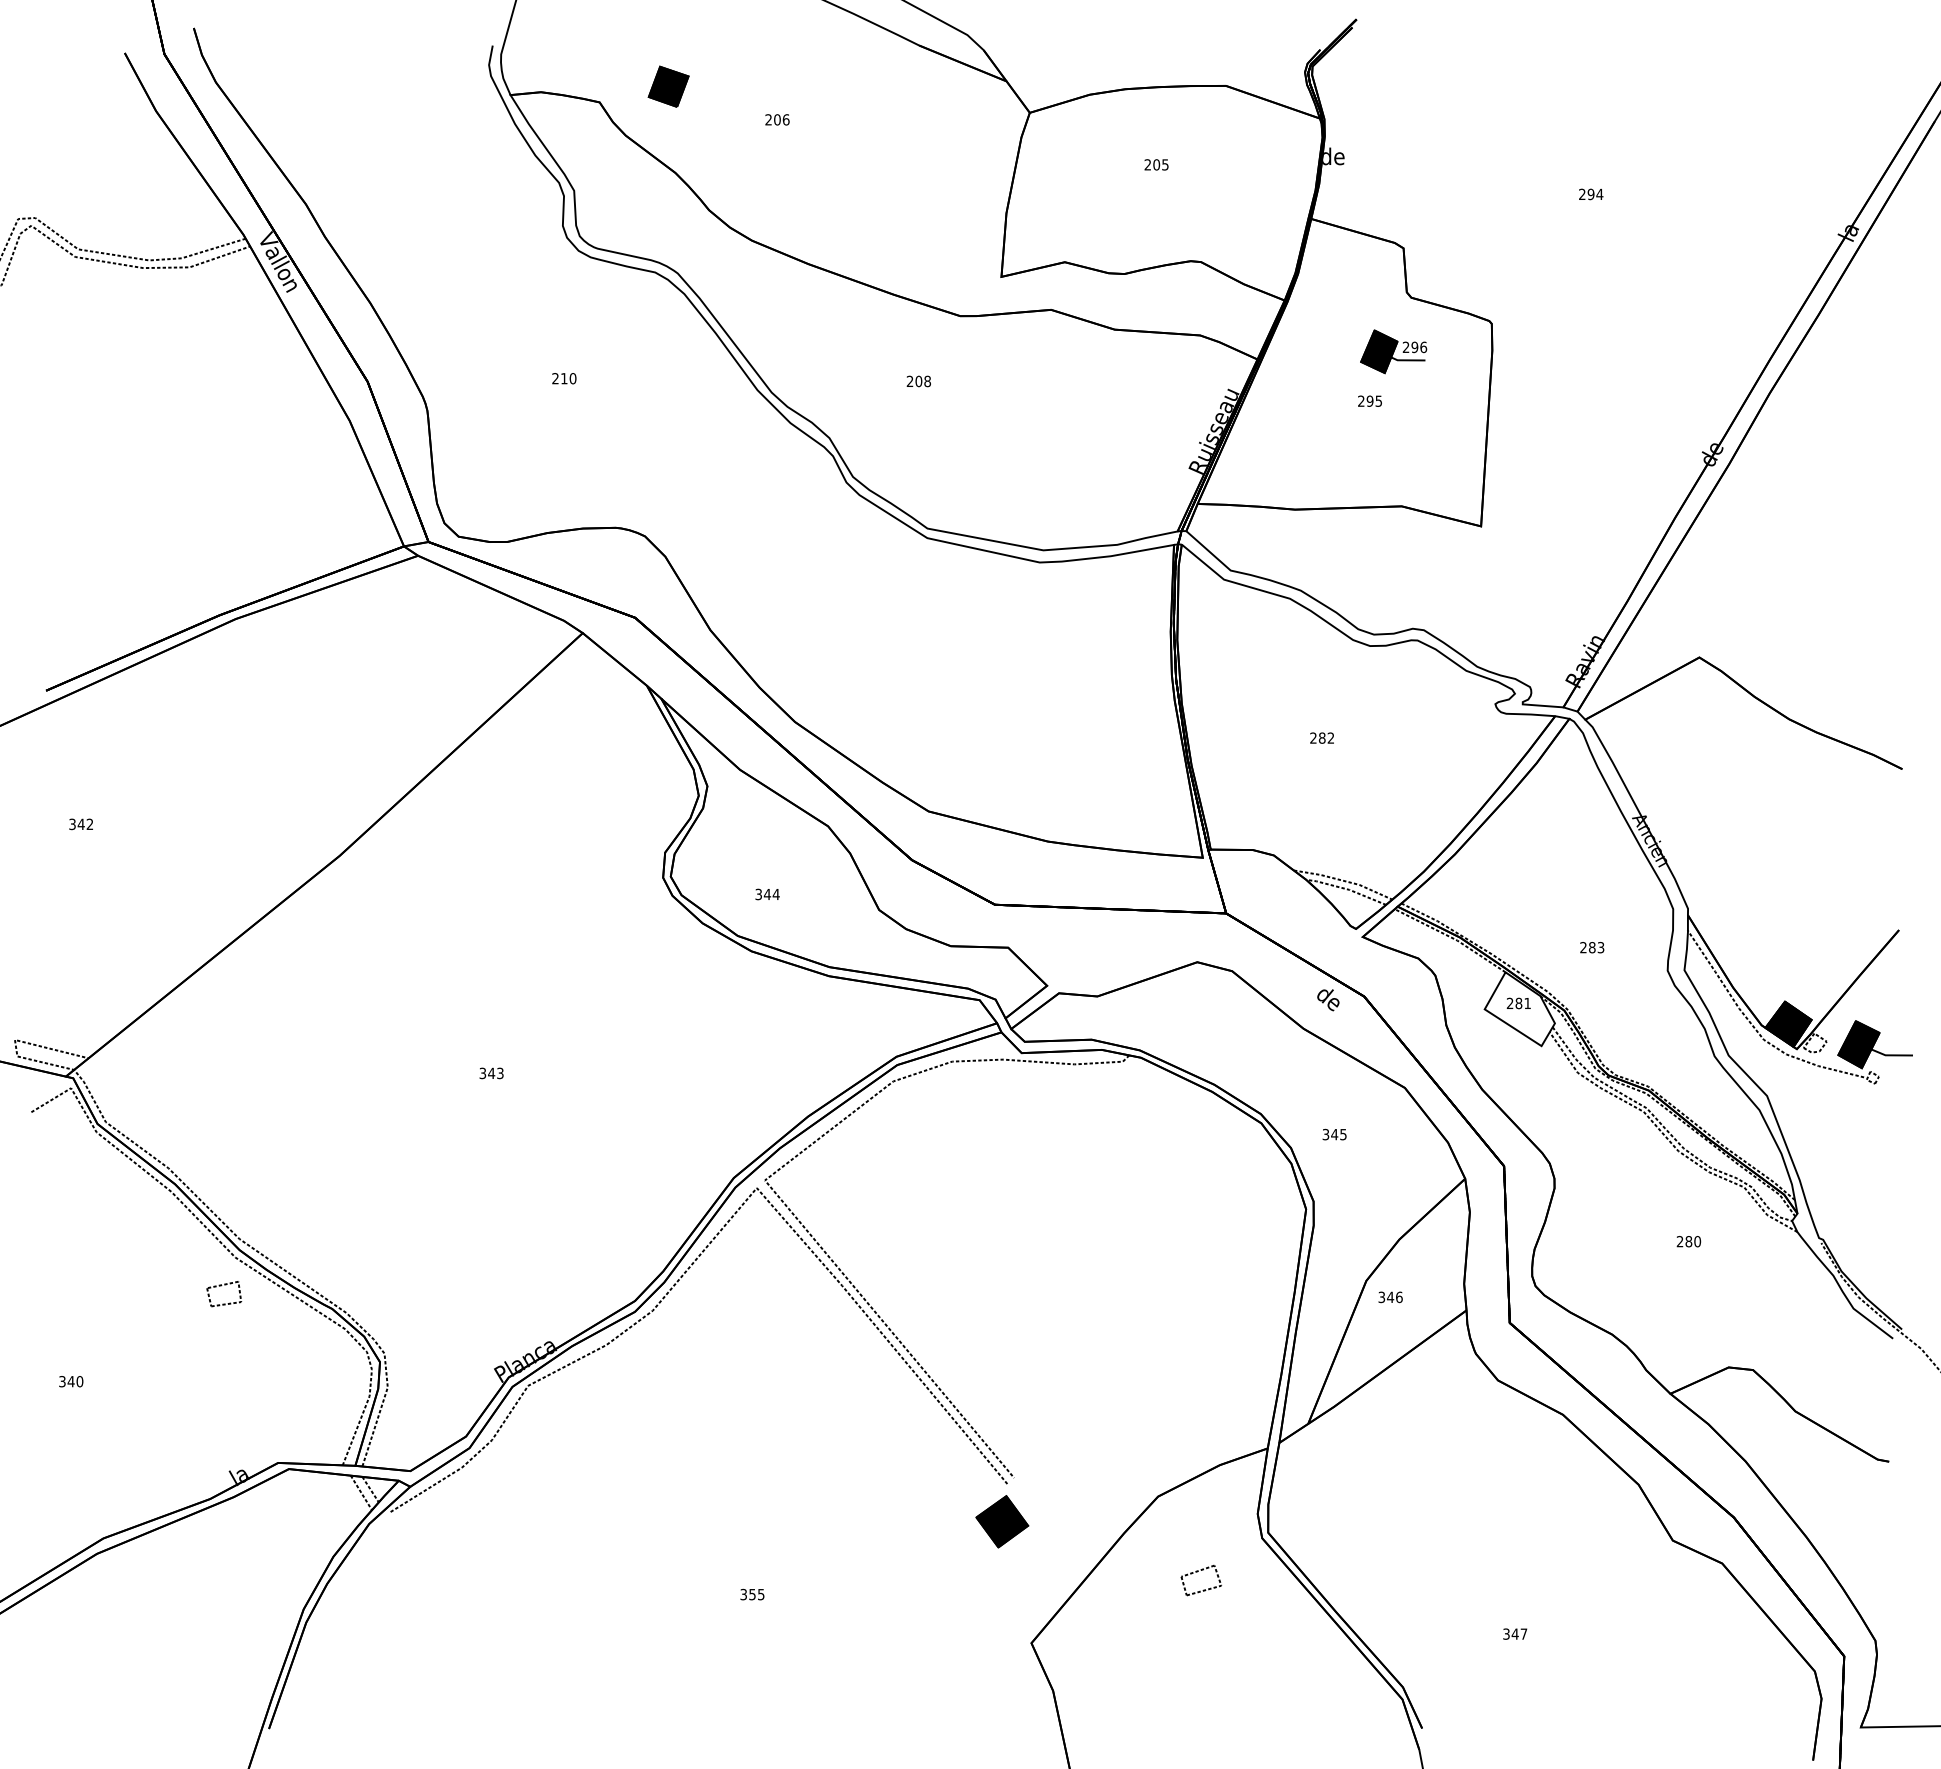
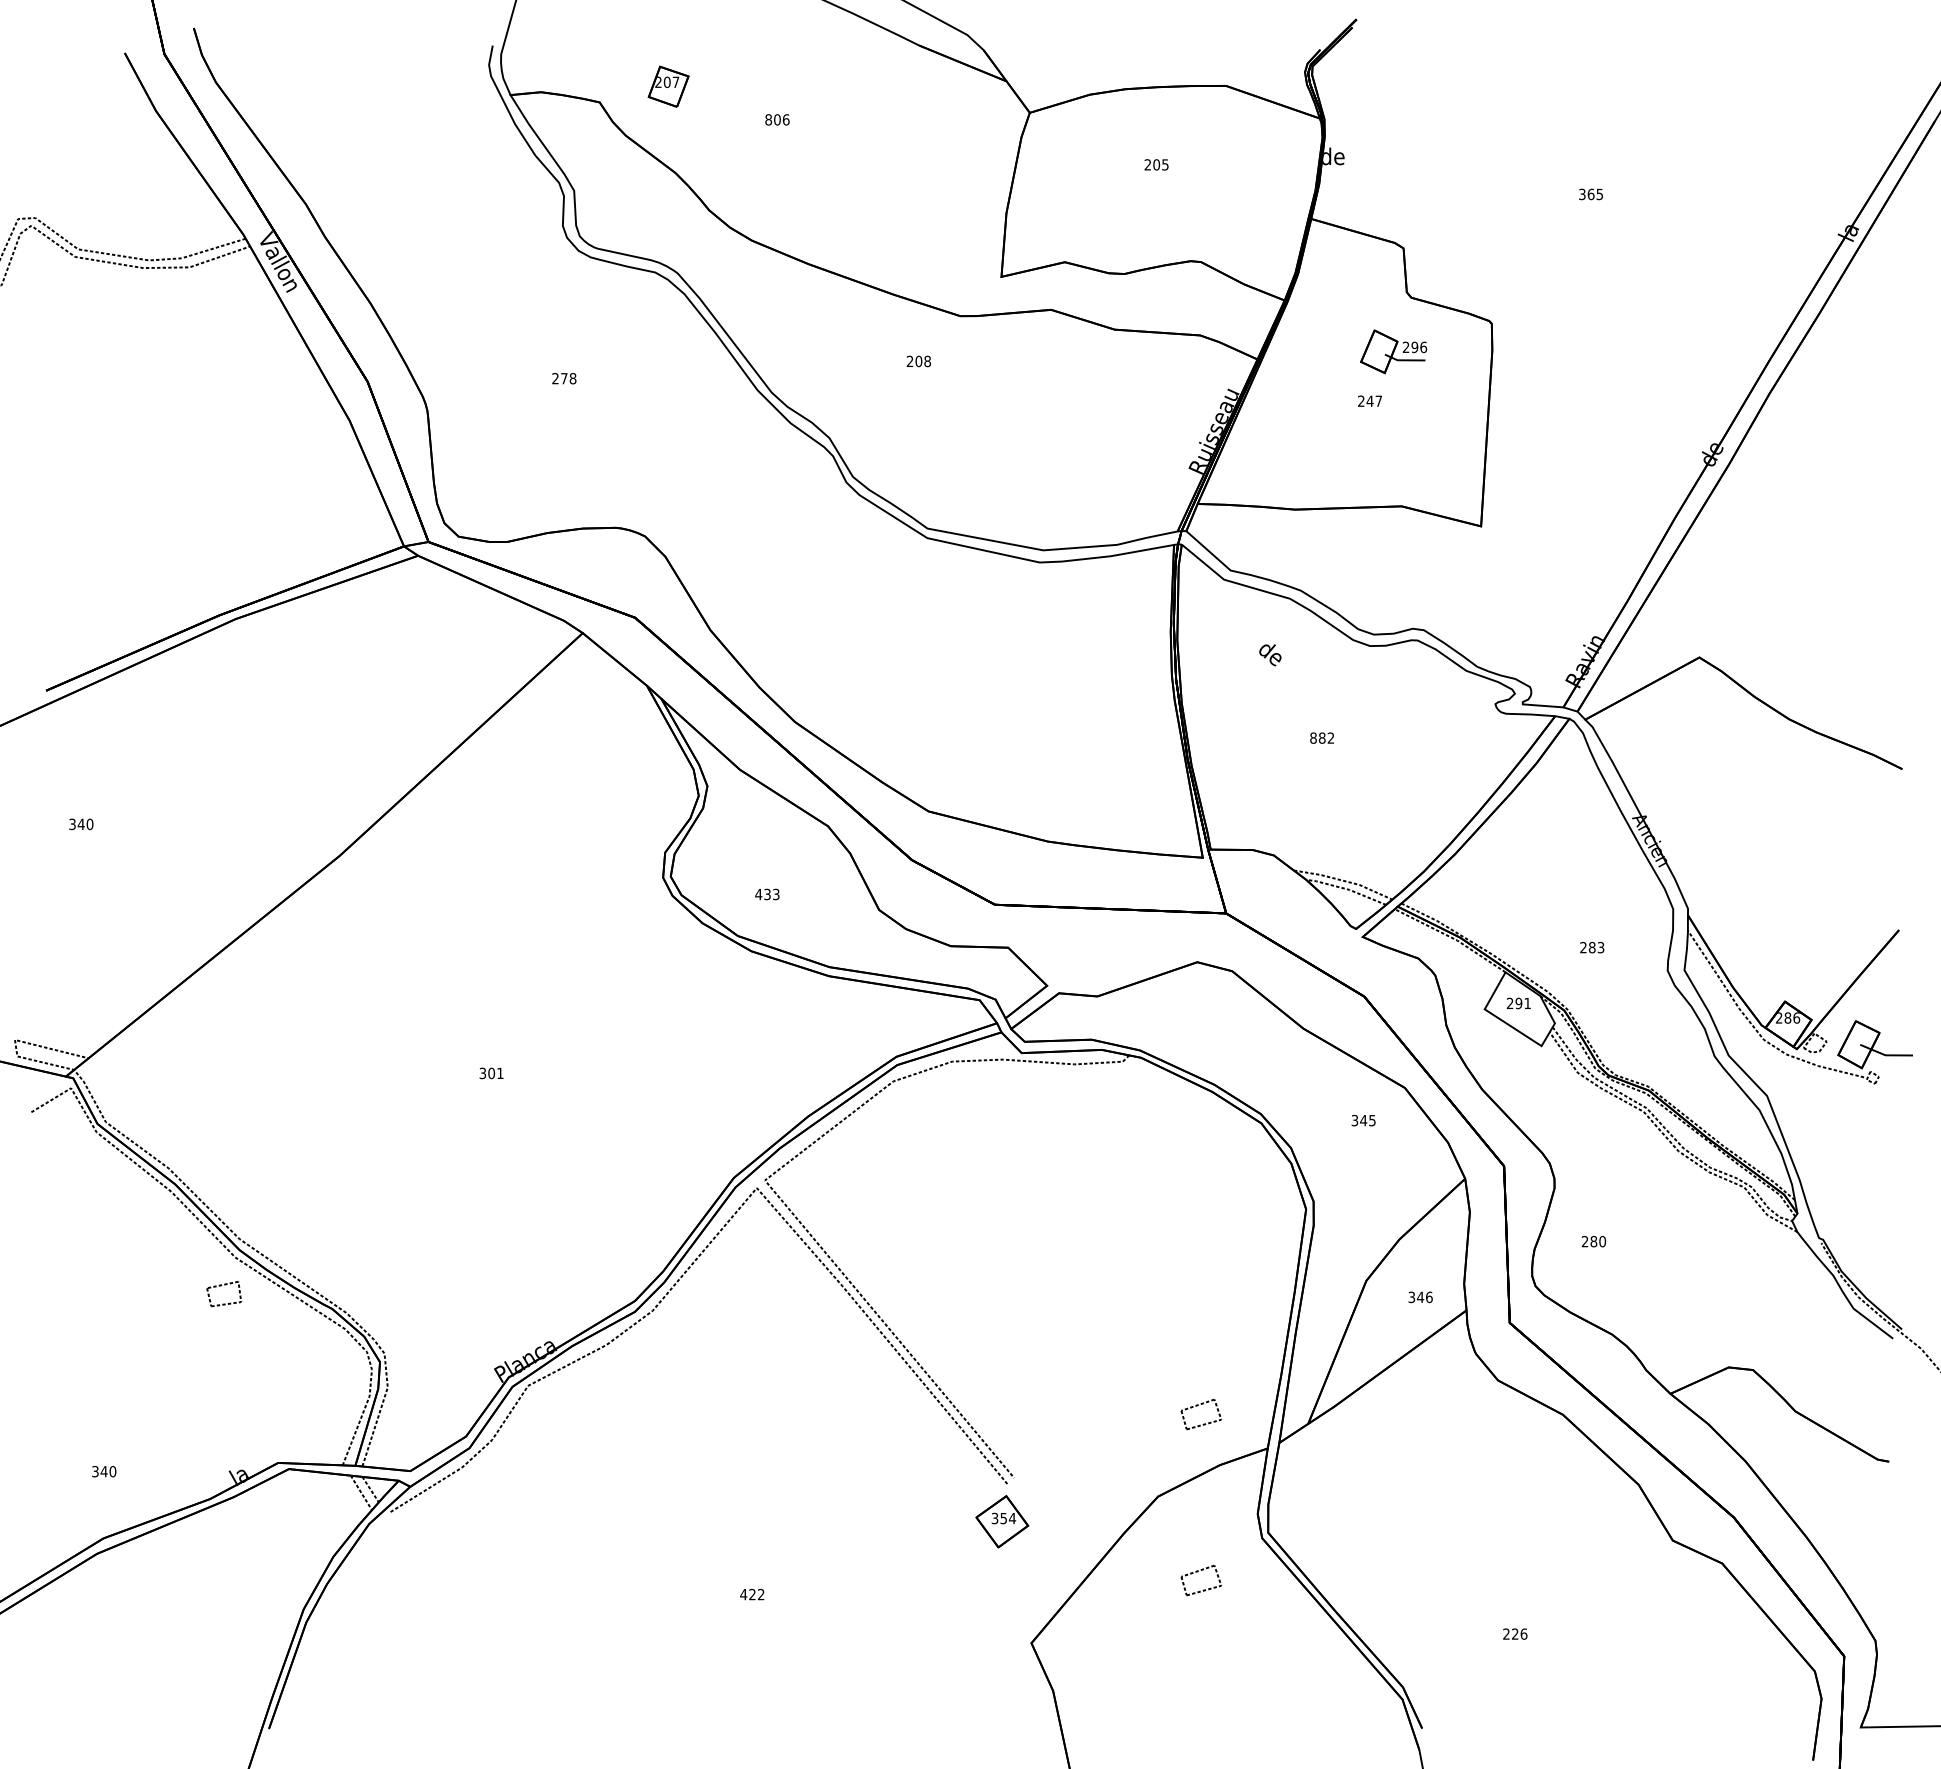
fill at (668, 86): present -> none
text at (768, 119): 206 -> 806
text at (1591, 194): 294 -> 365
fill at (1379, 351): present -> none
text at (568, 378): 210 -> 278
text at (918, 381) position: (918, 381) -> (918, 361)
text at (1373, 400): 295 -> 247
text at (1313, 737): 282 -> 882
text at (89, 824): 342 -> 340
text at (767, 894): 344 -> 433
text at (1328, 1000) position: (1328, 1000) -> (1270, 655)
text at (1518, 1003): 281 -> 291
fill at (1788, 1023): present -> none
fill at (1858, 1044): present -> none
text at (495, 1073): 343 -> 301
text at (1334, 1134) position: (1334, 1134) -> (1363, 1120)
text at (1688, 1241) position: (1688, 1241) -> (1593, 1241)
text at (1390, 1297) position: (1390, 1297) -> (1420, 1297)
text at (71, 1381) position: (71, 1381) -> (104, 1471)
part at (1197, 1406): none -> present
fill at (1002, 1521): present -> none
text at (752, 1594): 355 -> 422
text at (1515, 1633): 347 -> 226
